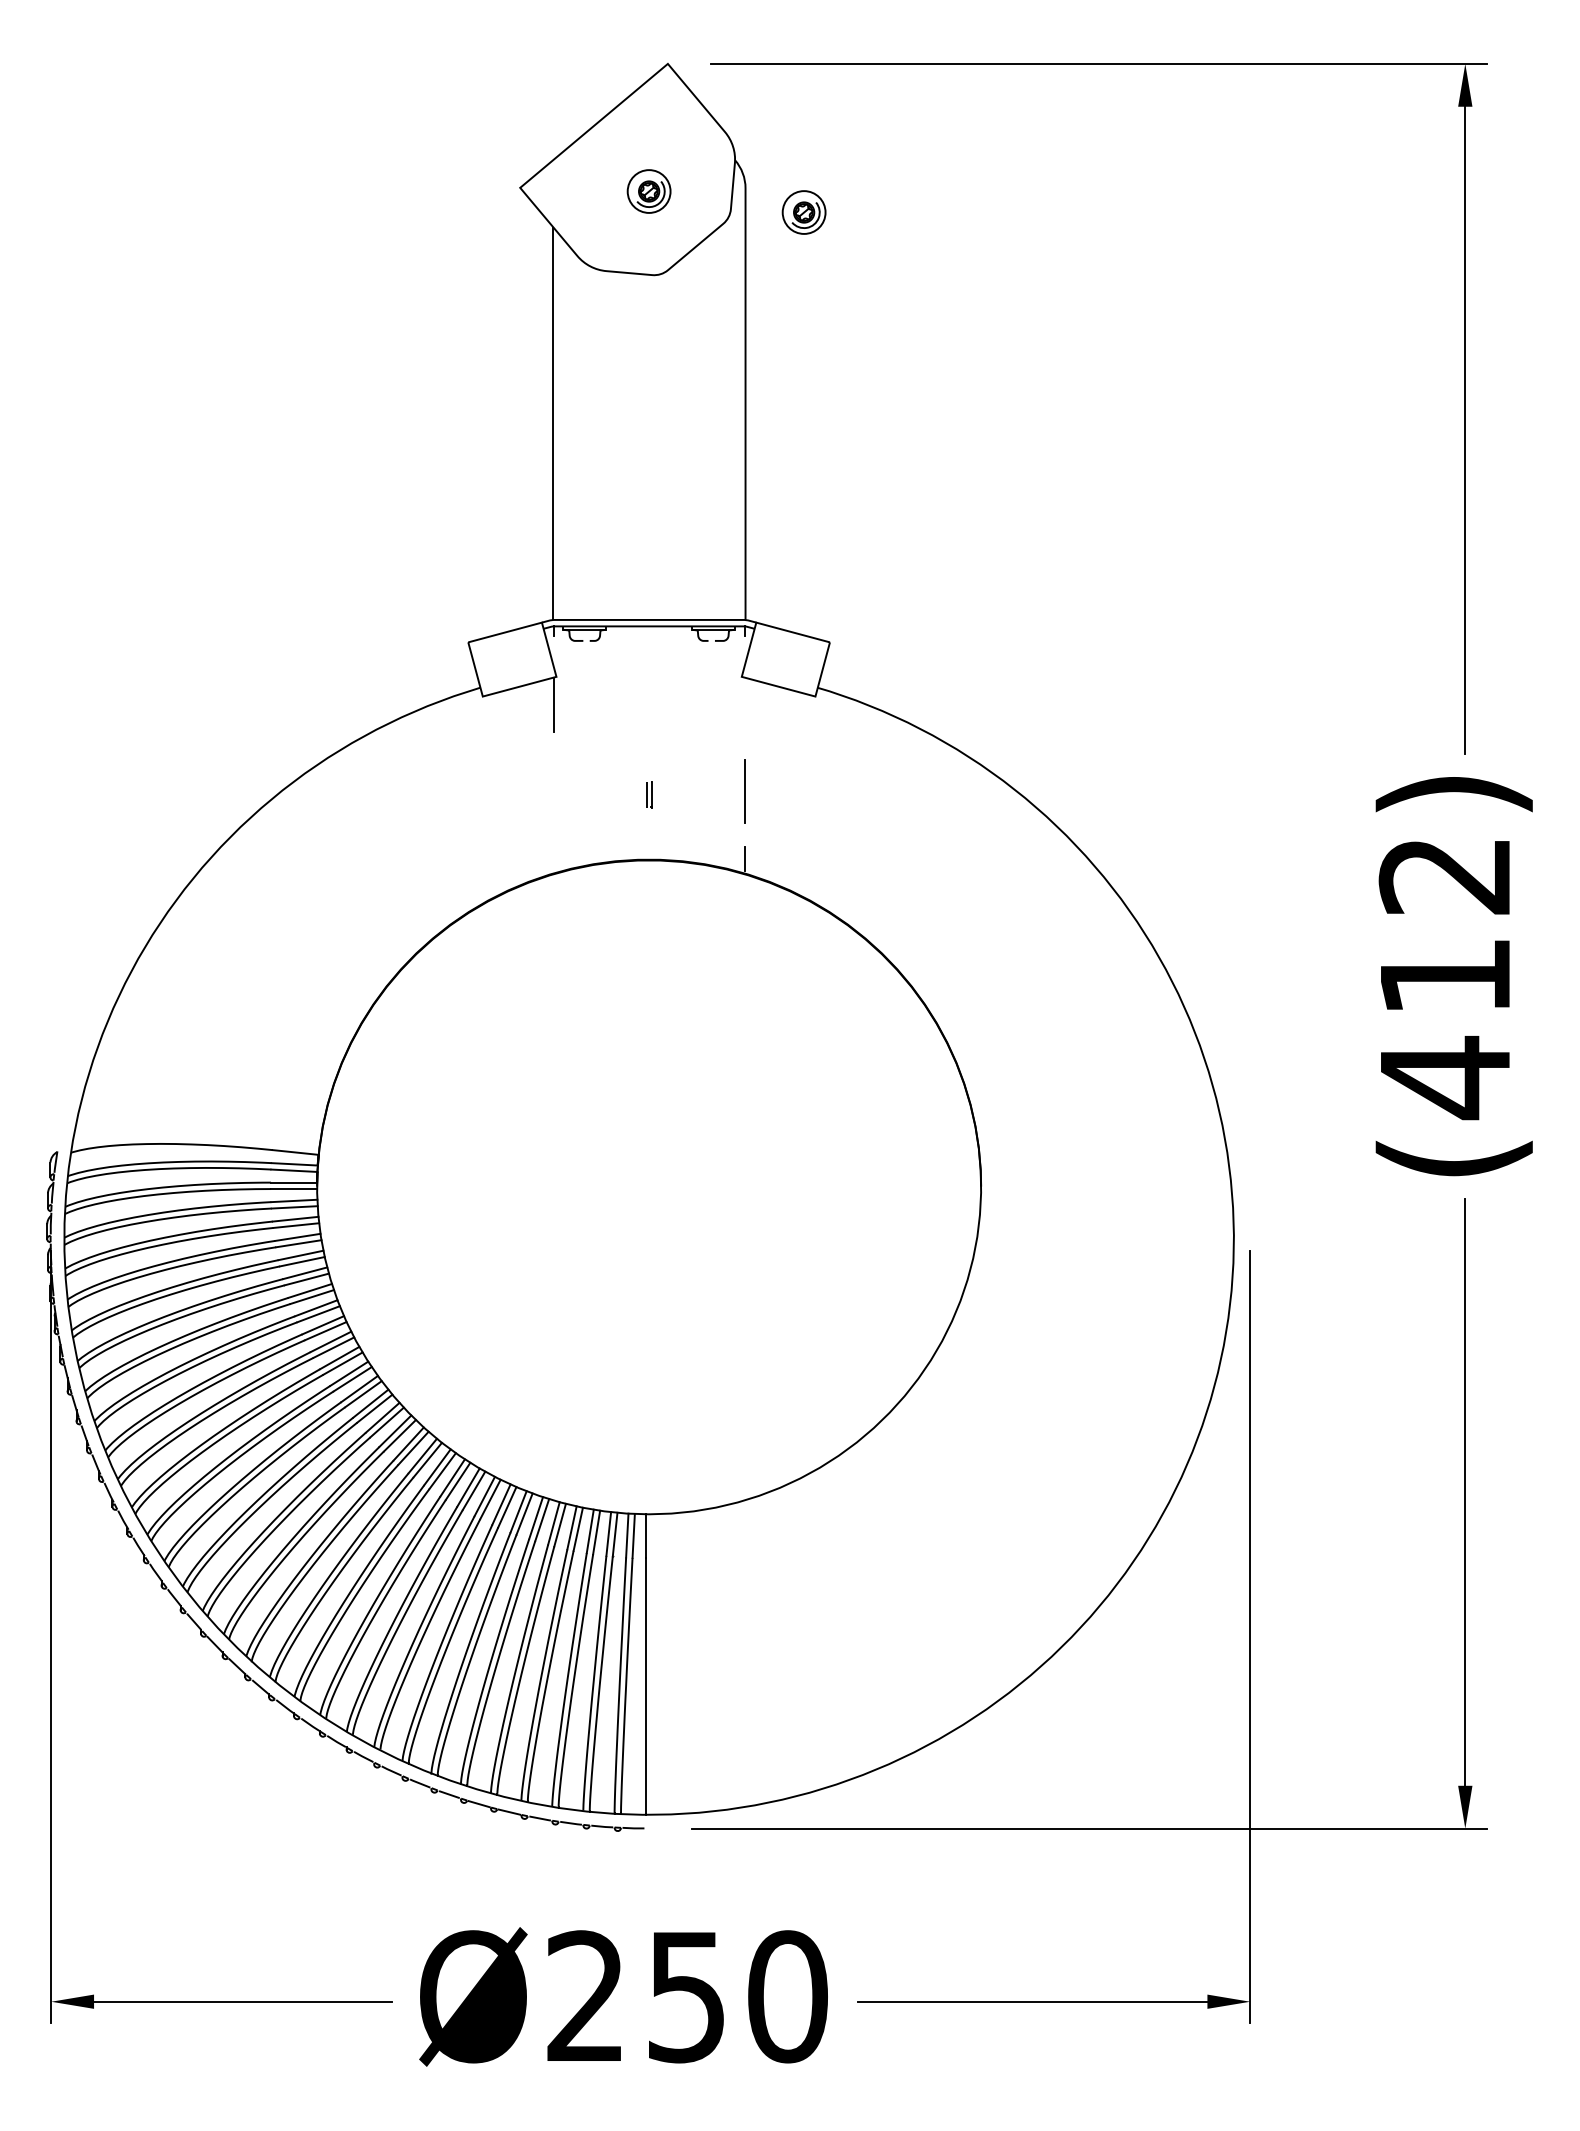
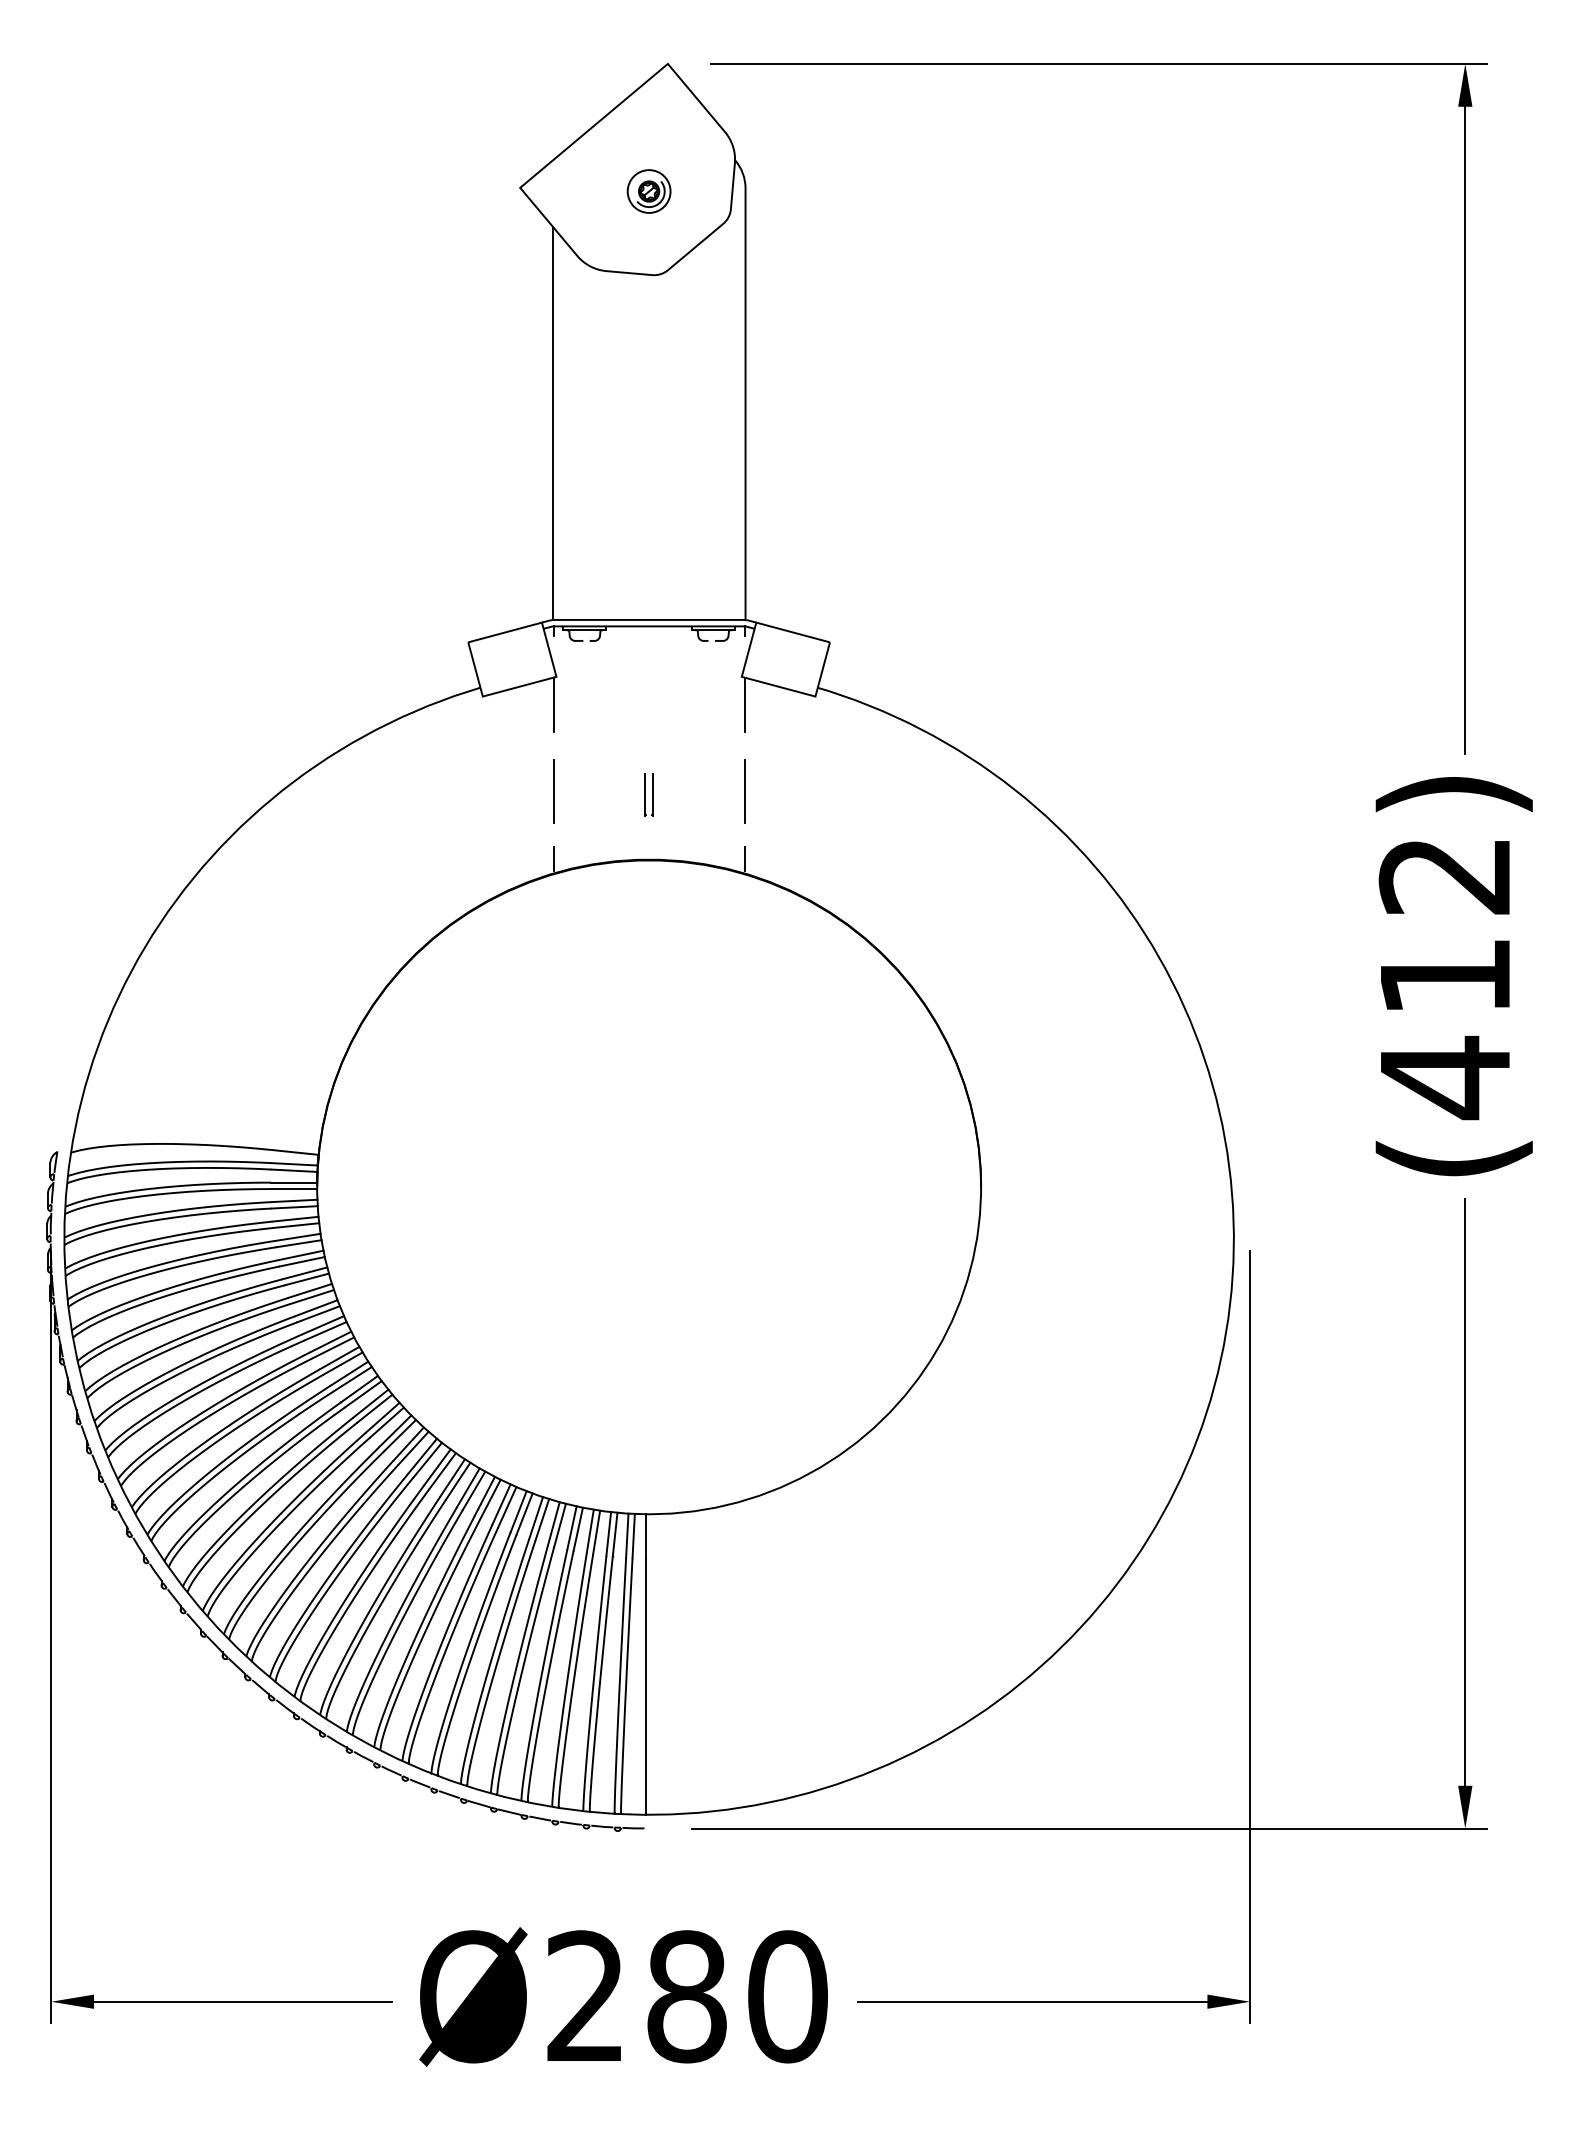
part at (803, 212): present -> none
line at (744, 704): none -> present
line at (553, 791): none -> present
part at (649, 794) size: 7x28 px -> 10x44 px
line at (553, 859): none -> present
text at (686, 1996): Ø250 -> Ø280
